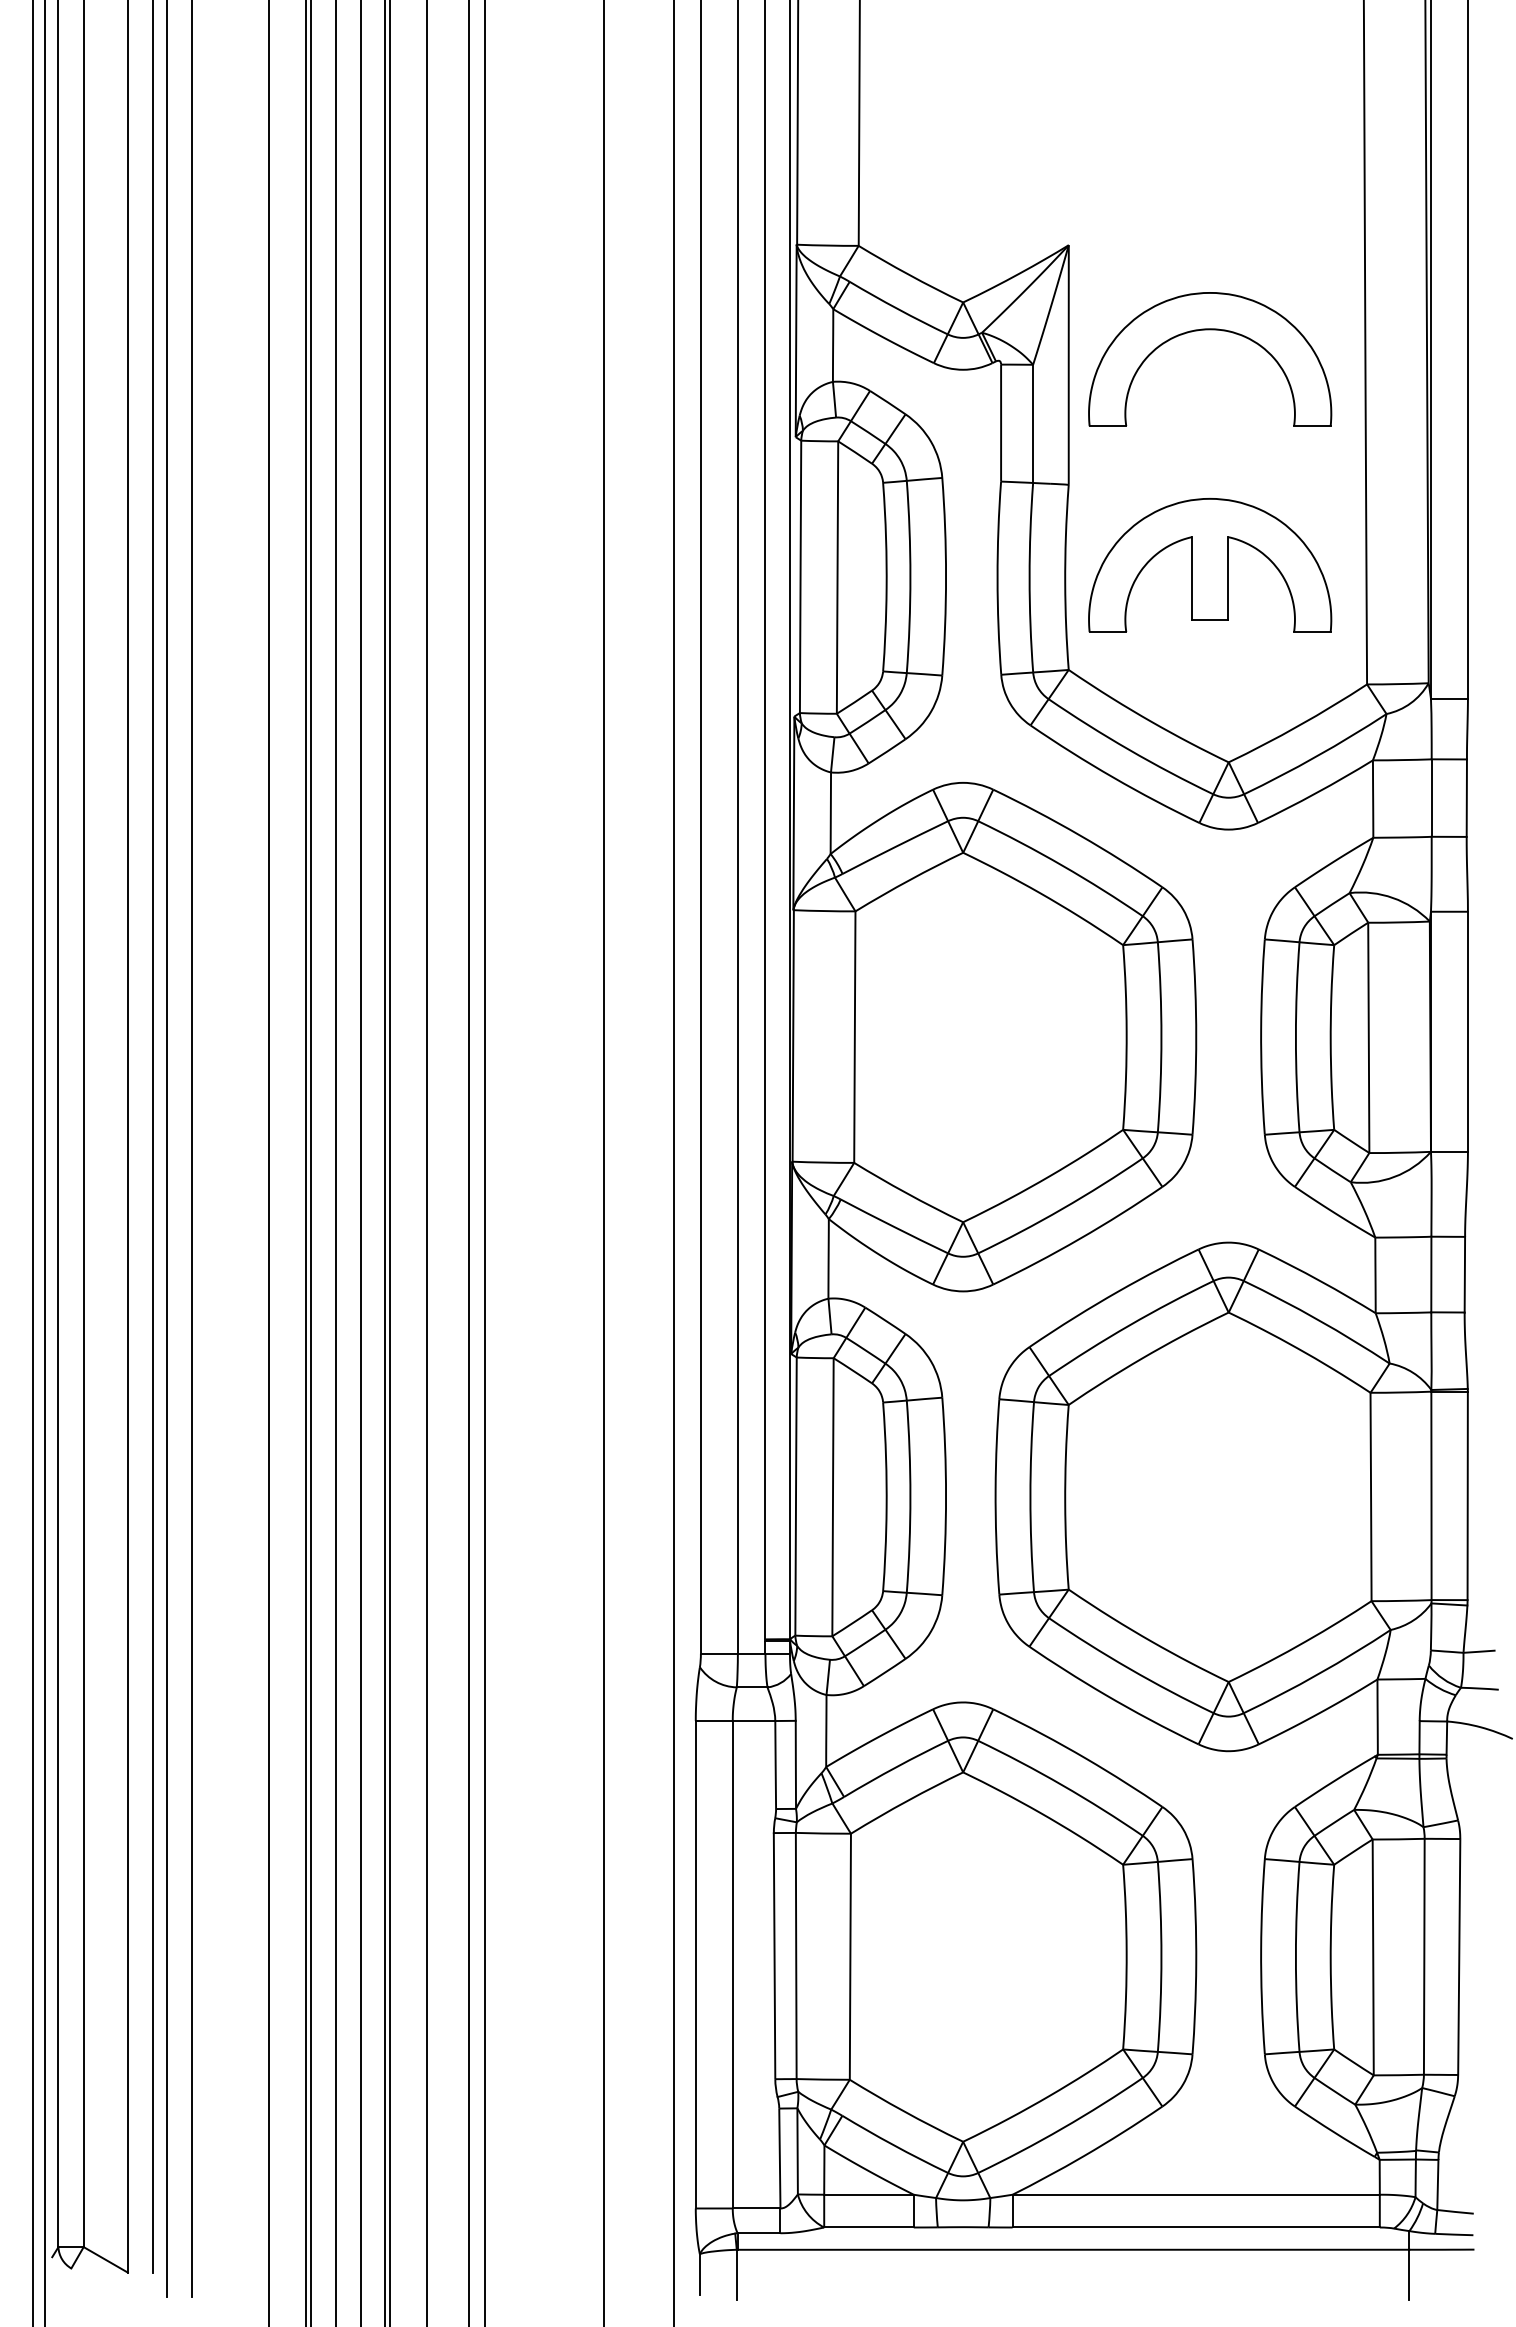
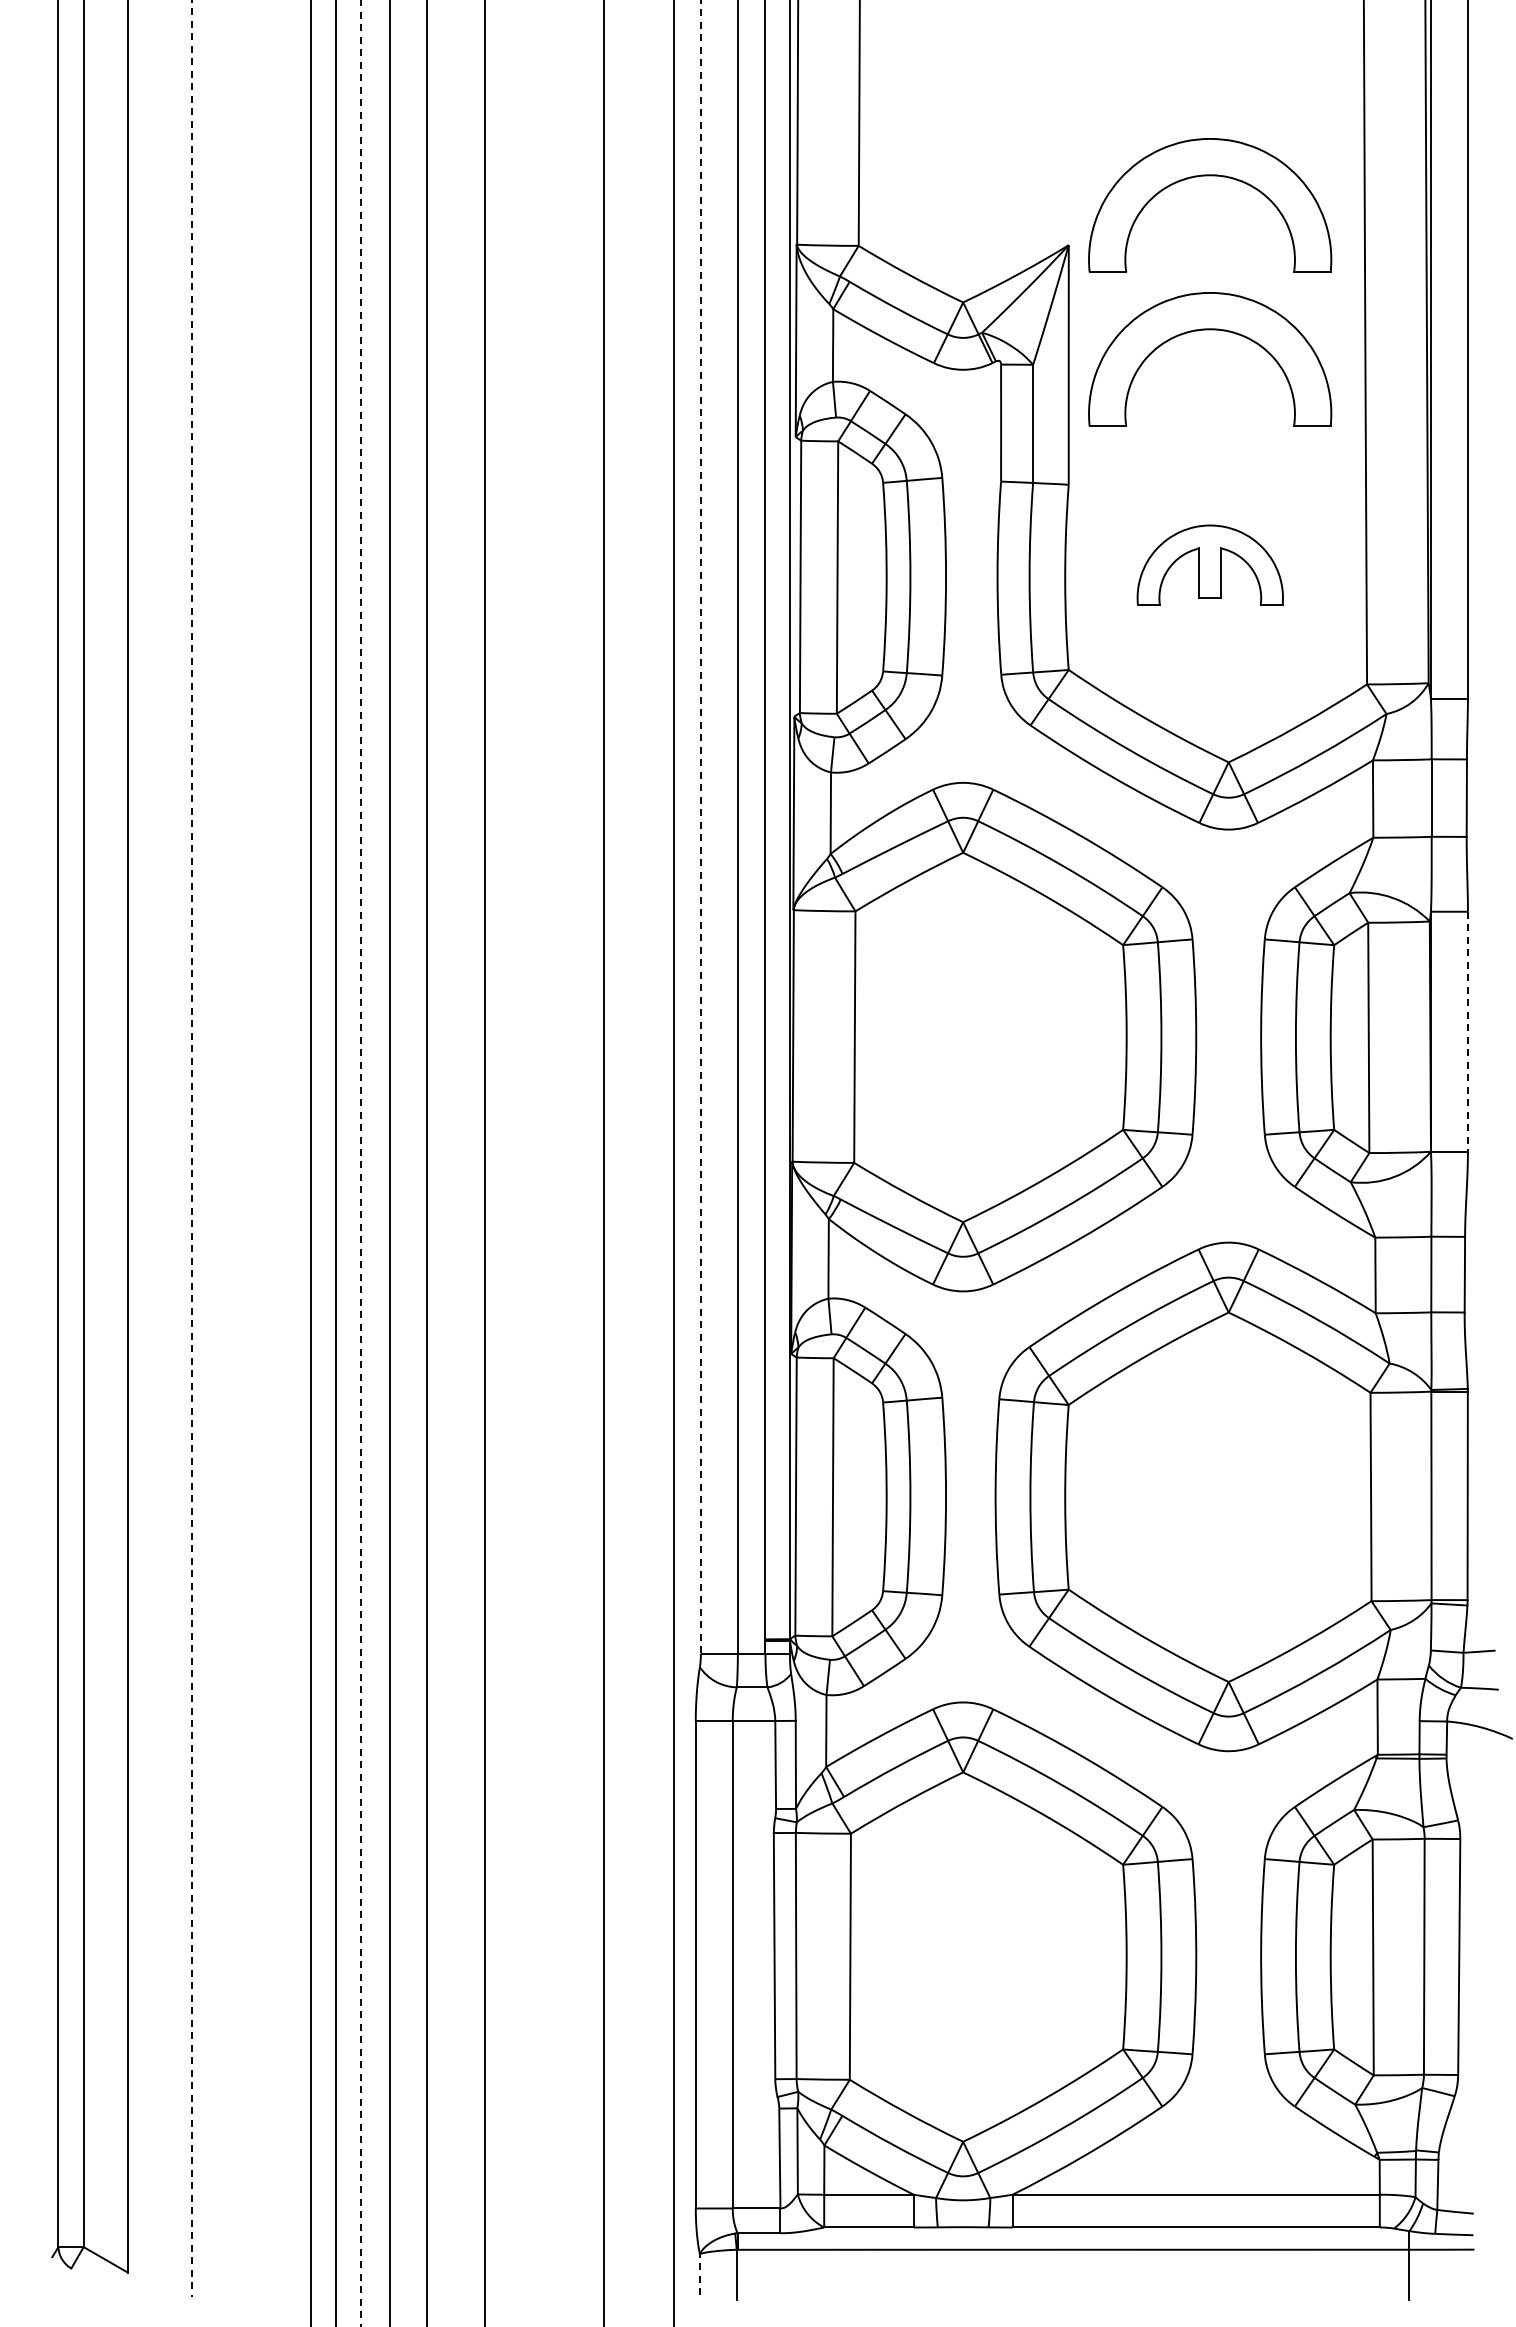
part at (1210, 176): none -> present
part at (1210, 565) size: 245x135 px -> 148x82 px
line at (700, 827): solid -> dashed
line at (1467, 1032): solid -> dashed
line at (152, 1137): present -> none
line at (166, 1149): present -> none
line at (192, 1149): solid -> dashed
line at (32, 1162): present -> none
line at (45, 1162): present -> none
line at (269, 1162): present -> none
line at (306, 1162): present -> none
line at (385, 1162): present -> none
line at (469, 1162): present -> none
line at (360, 1163): solid -> dashed
line at (699, 2274): solid -> dashed
